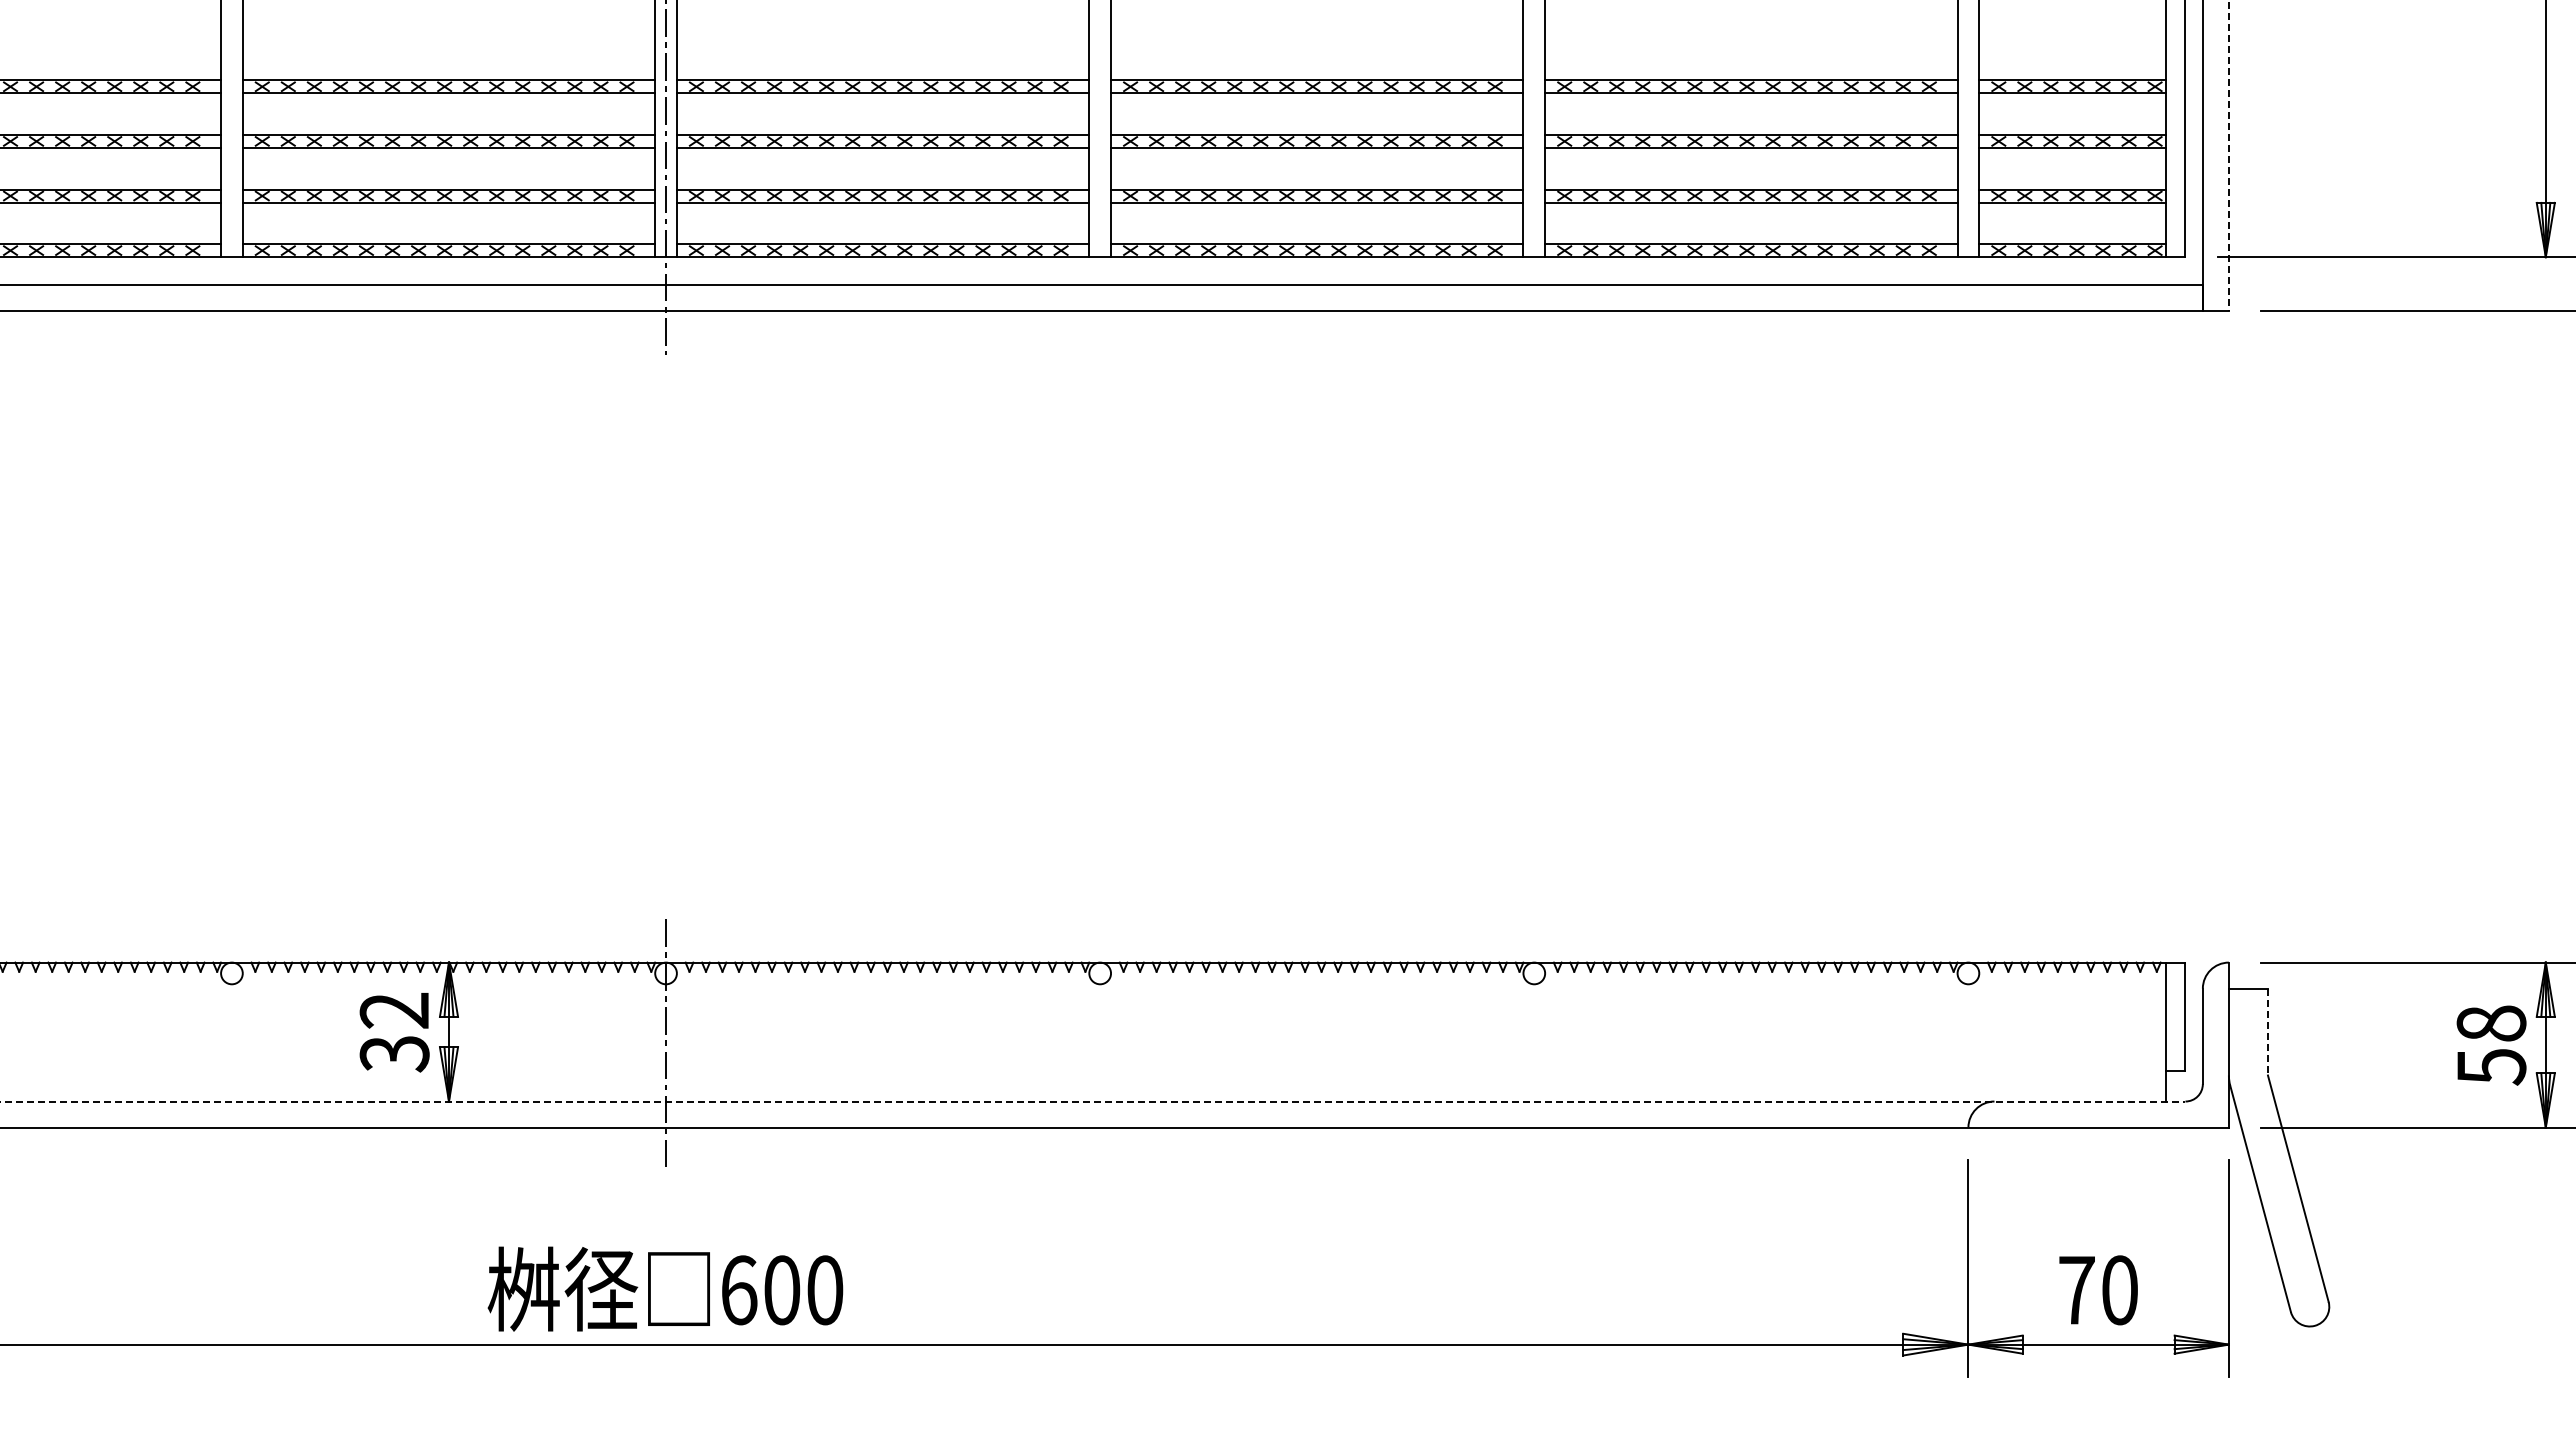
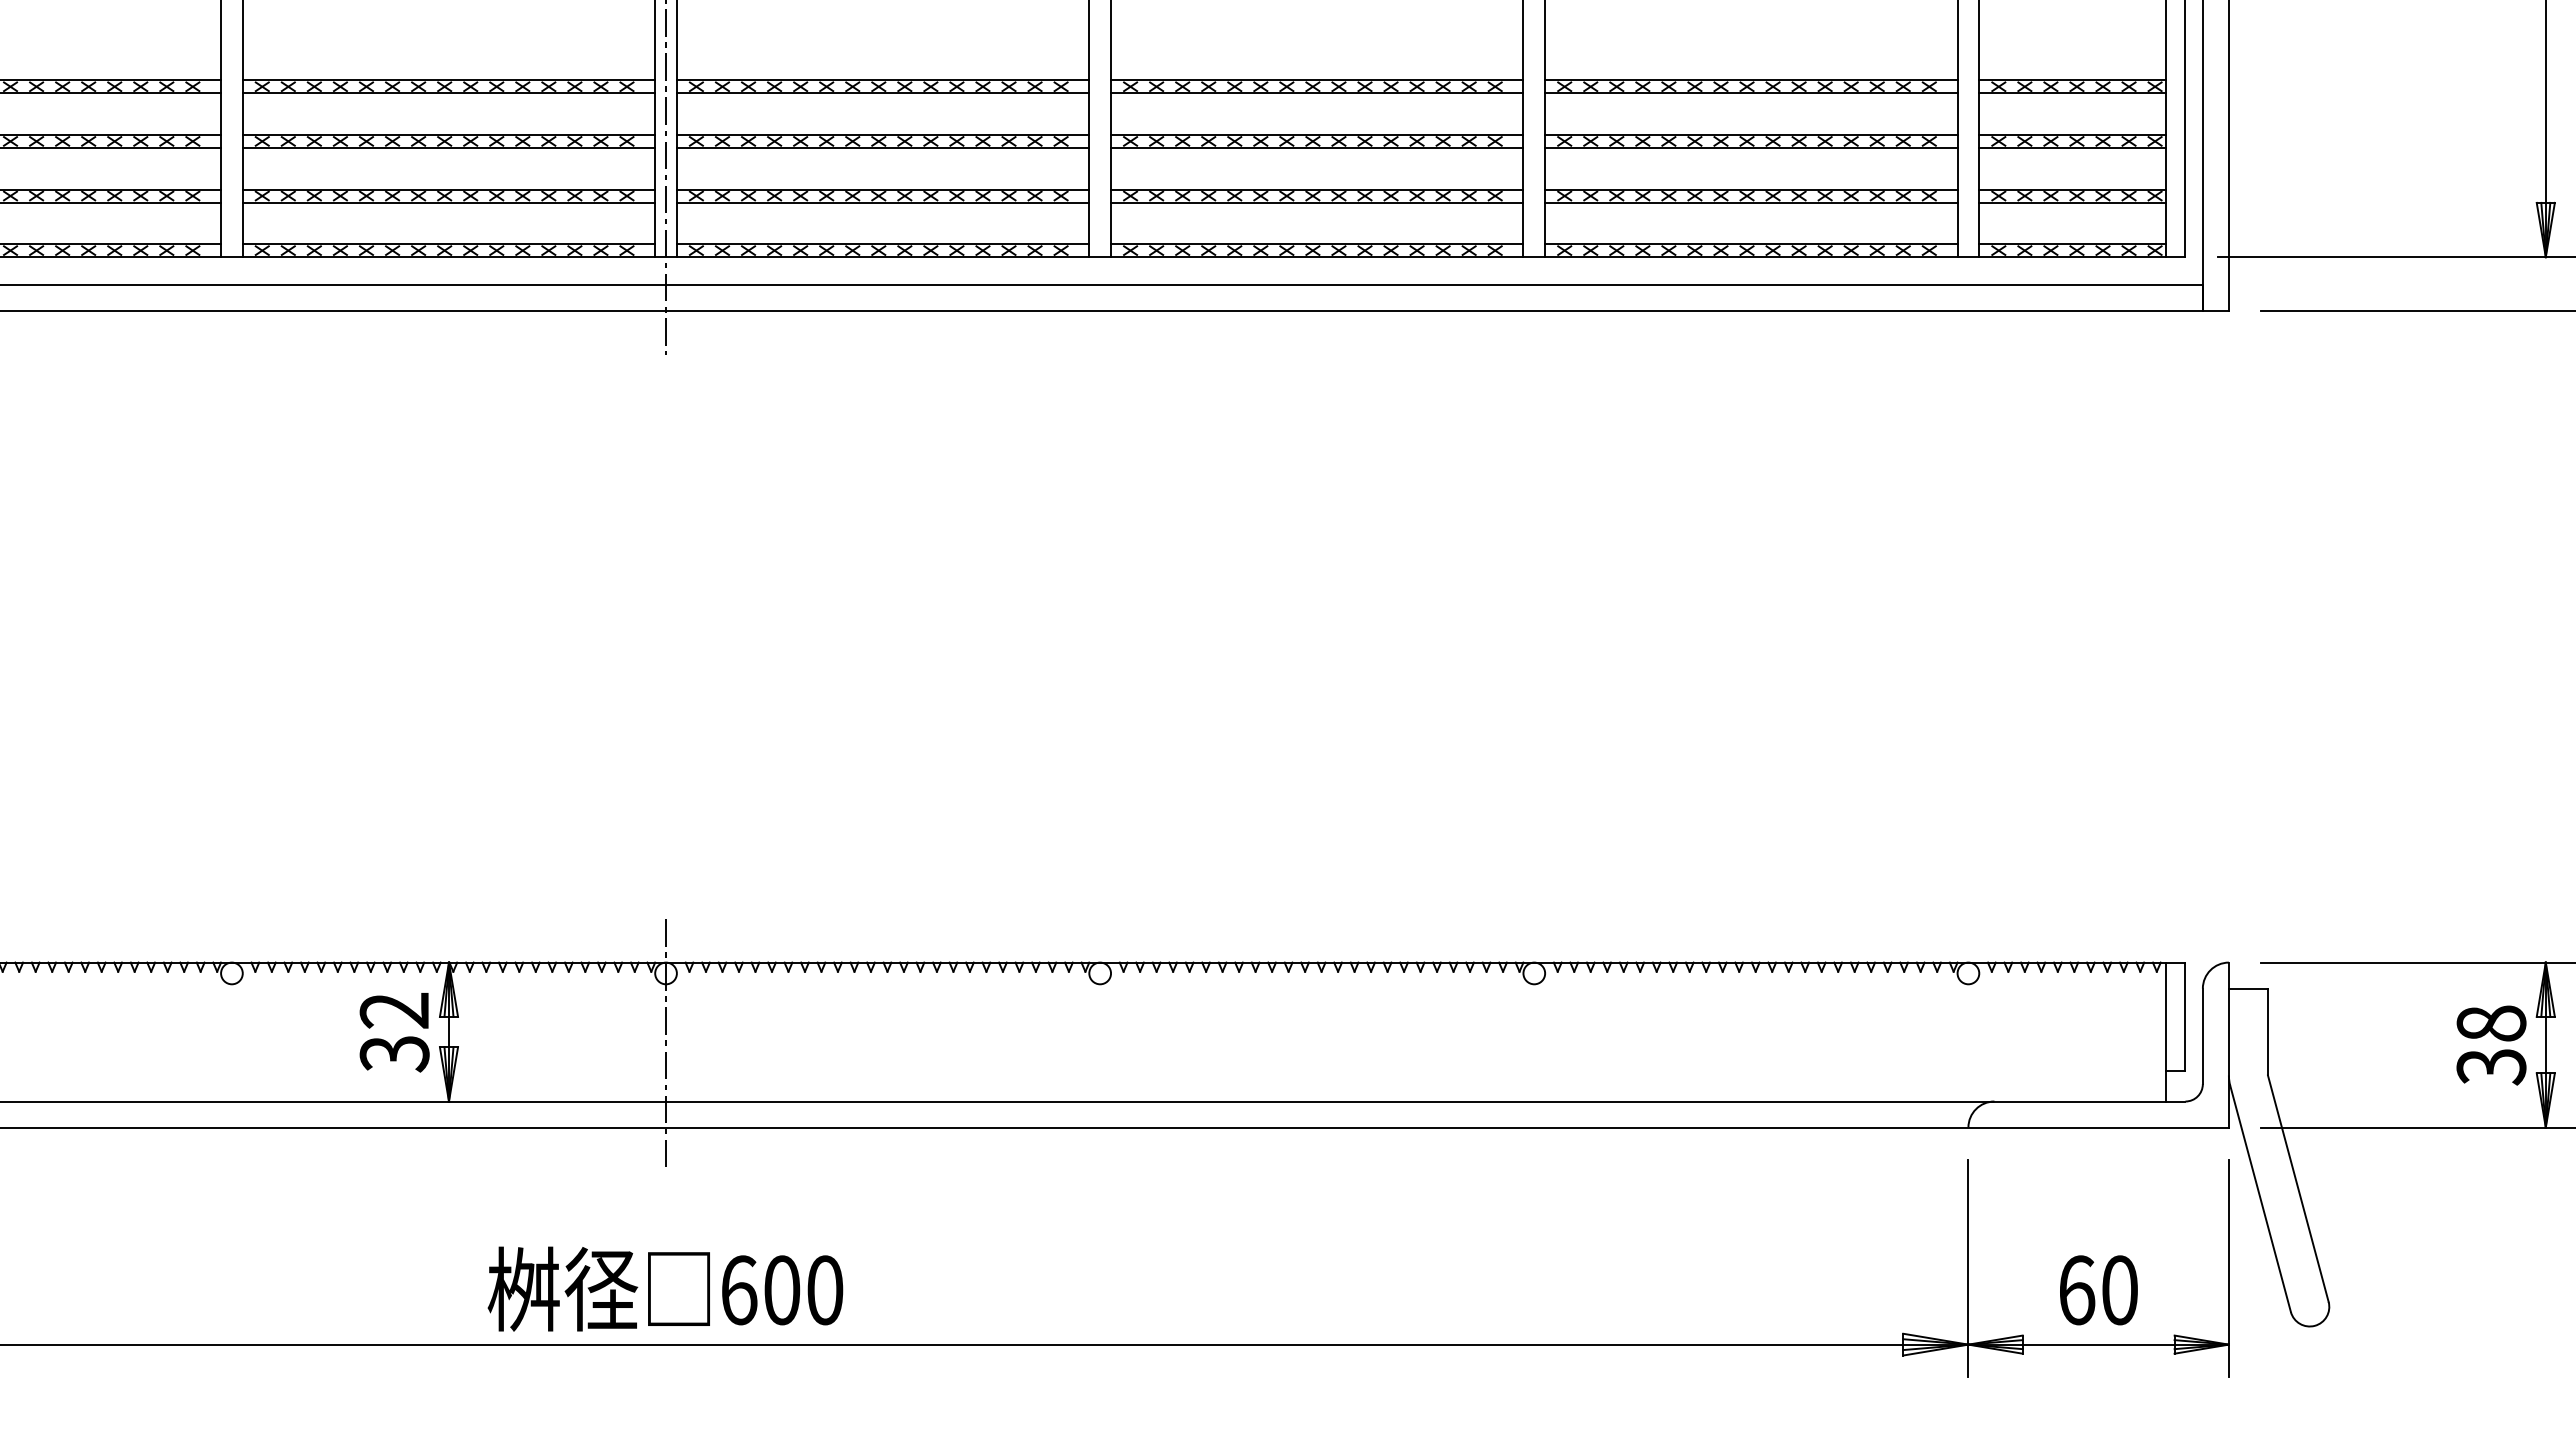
line at (2228, 156): dashed -> solid
line at (2267, 1032): dashed -> solid
text at (2491, 1067): 58 -> 38
line at (1093, 1101): dashed -> solid
text at (2077, 1290): 70 -> 60
